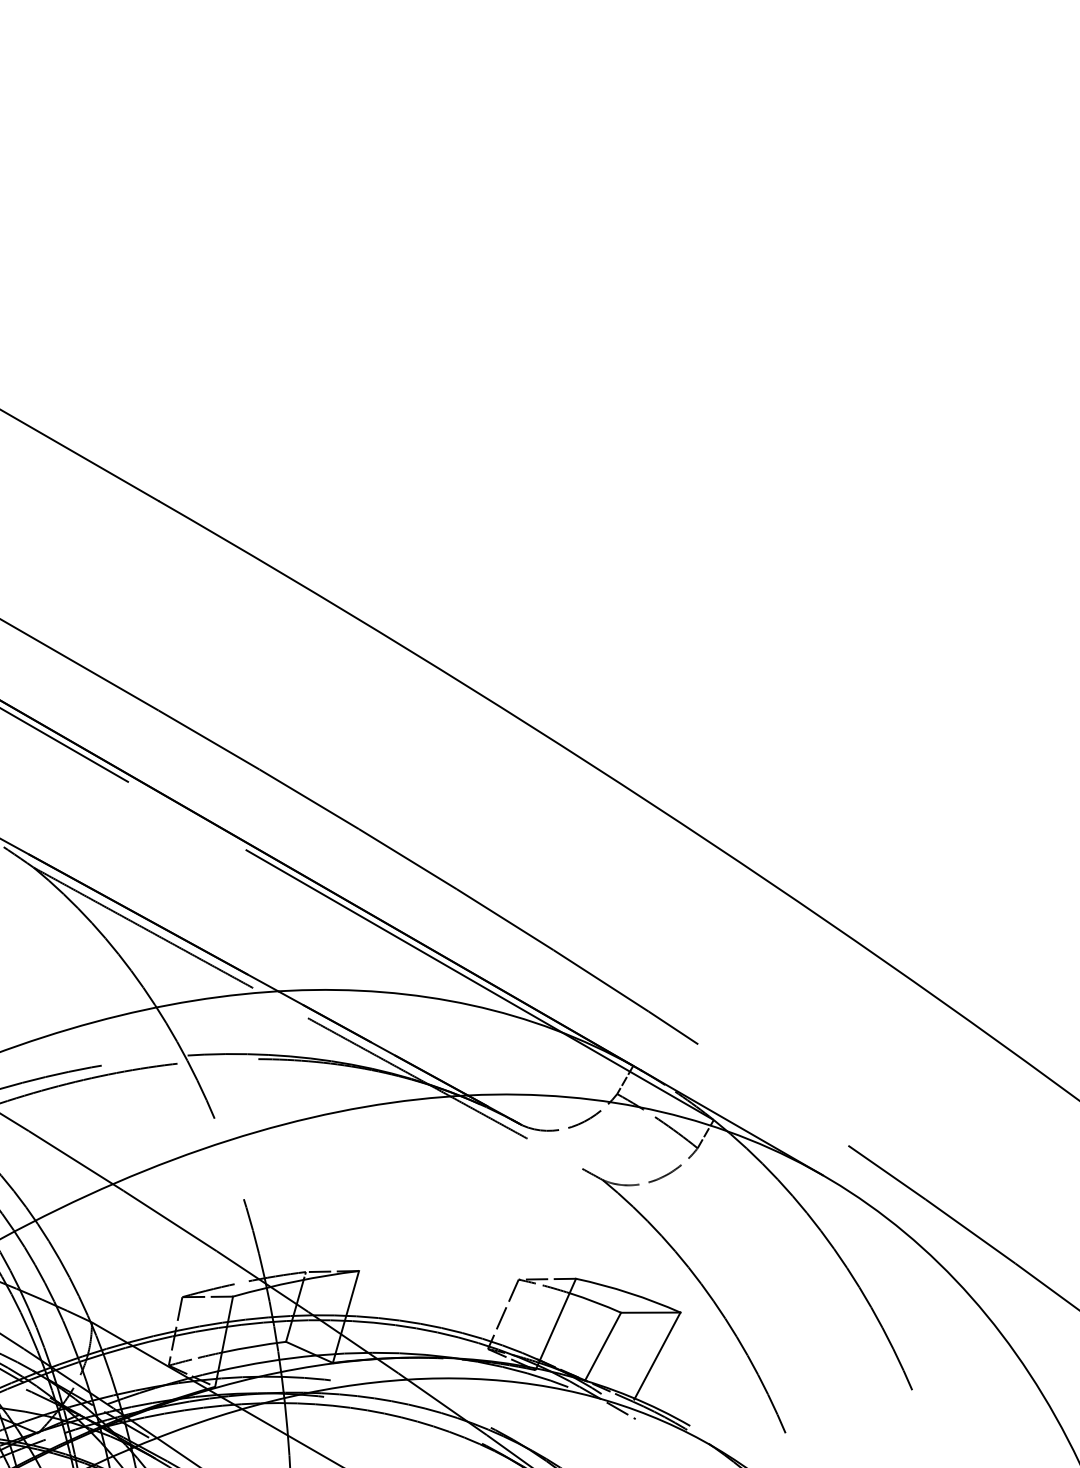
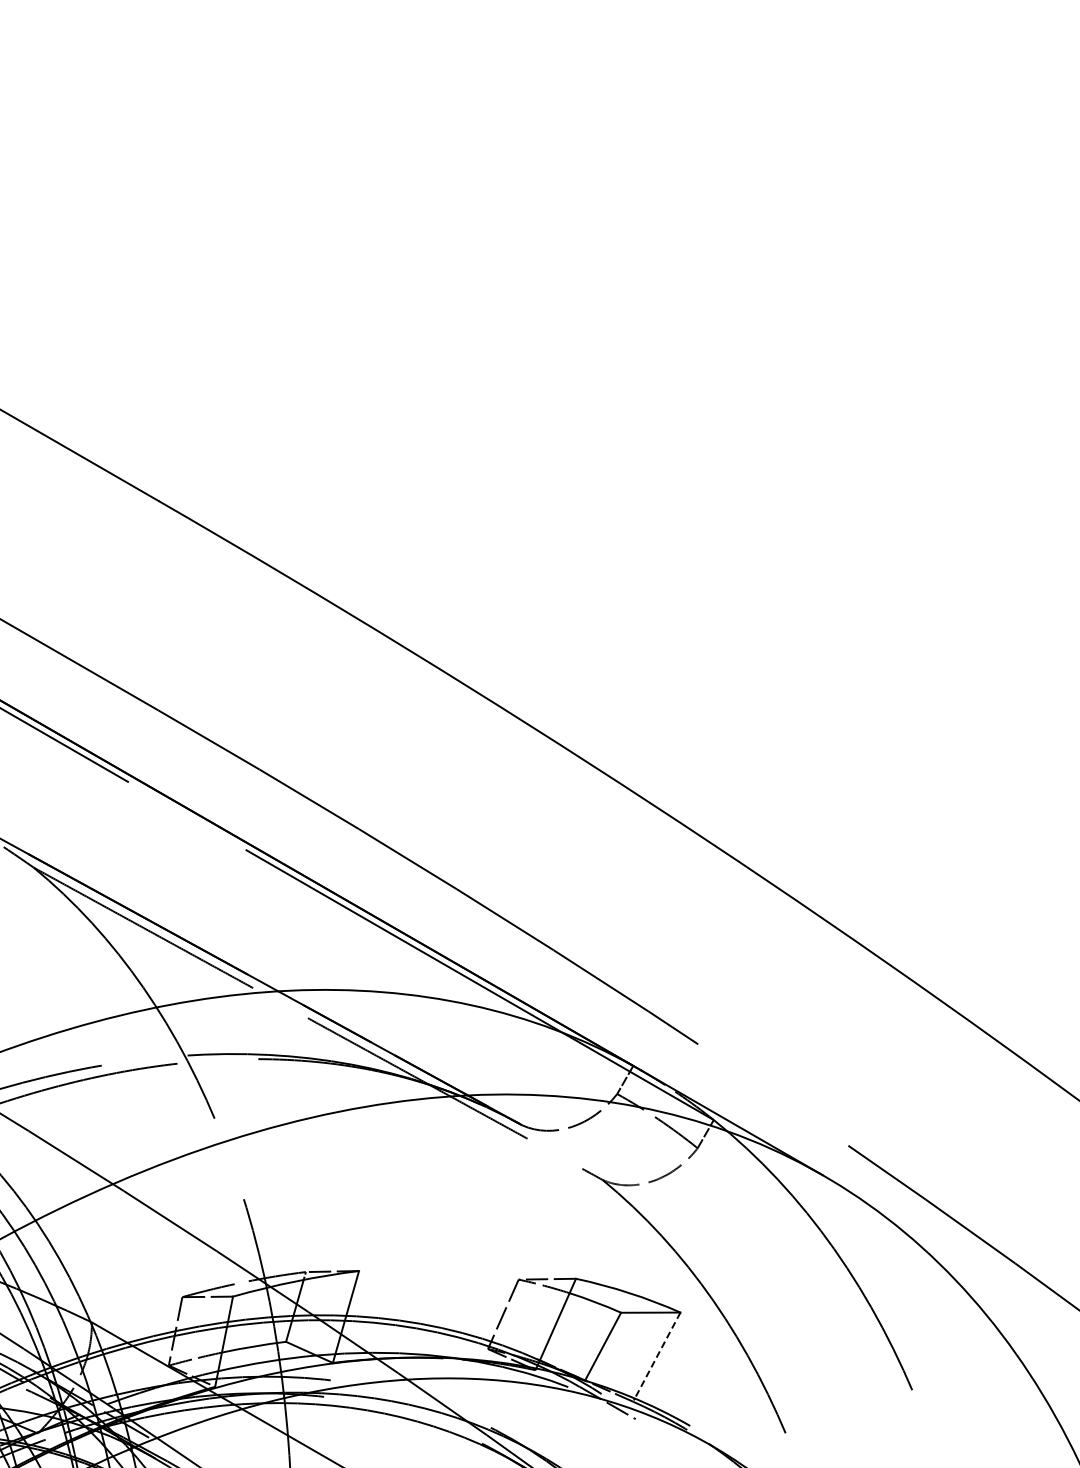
line at (657, 1355): solid -> dashed
